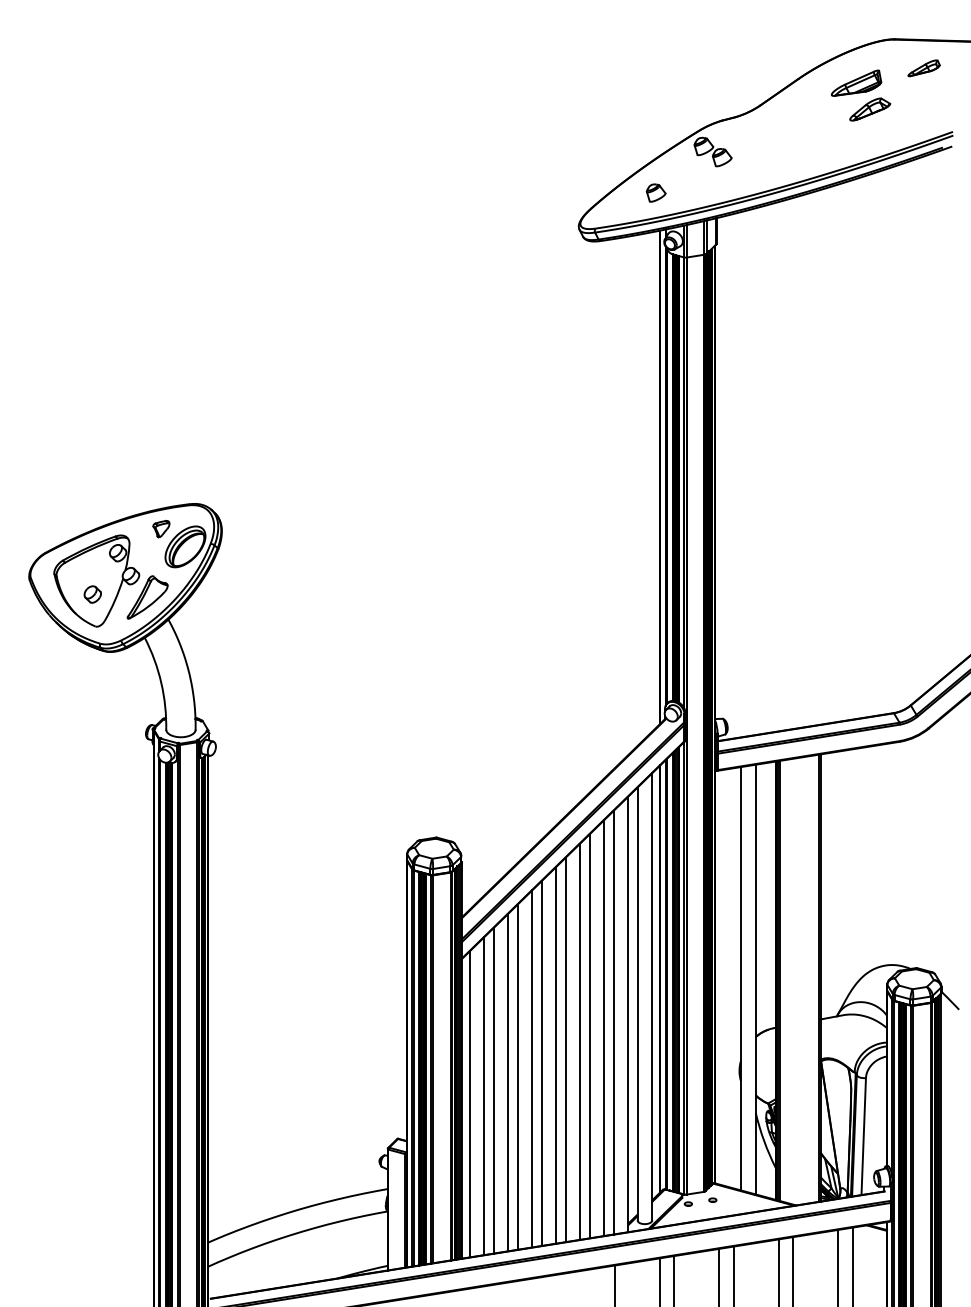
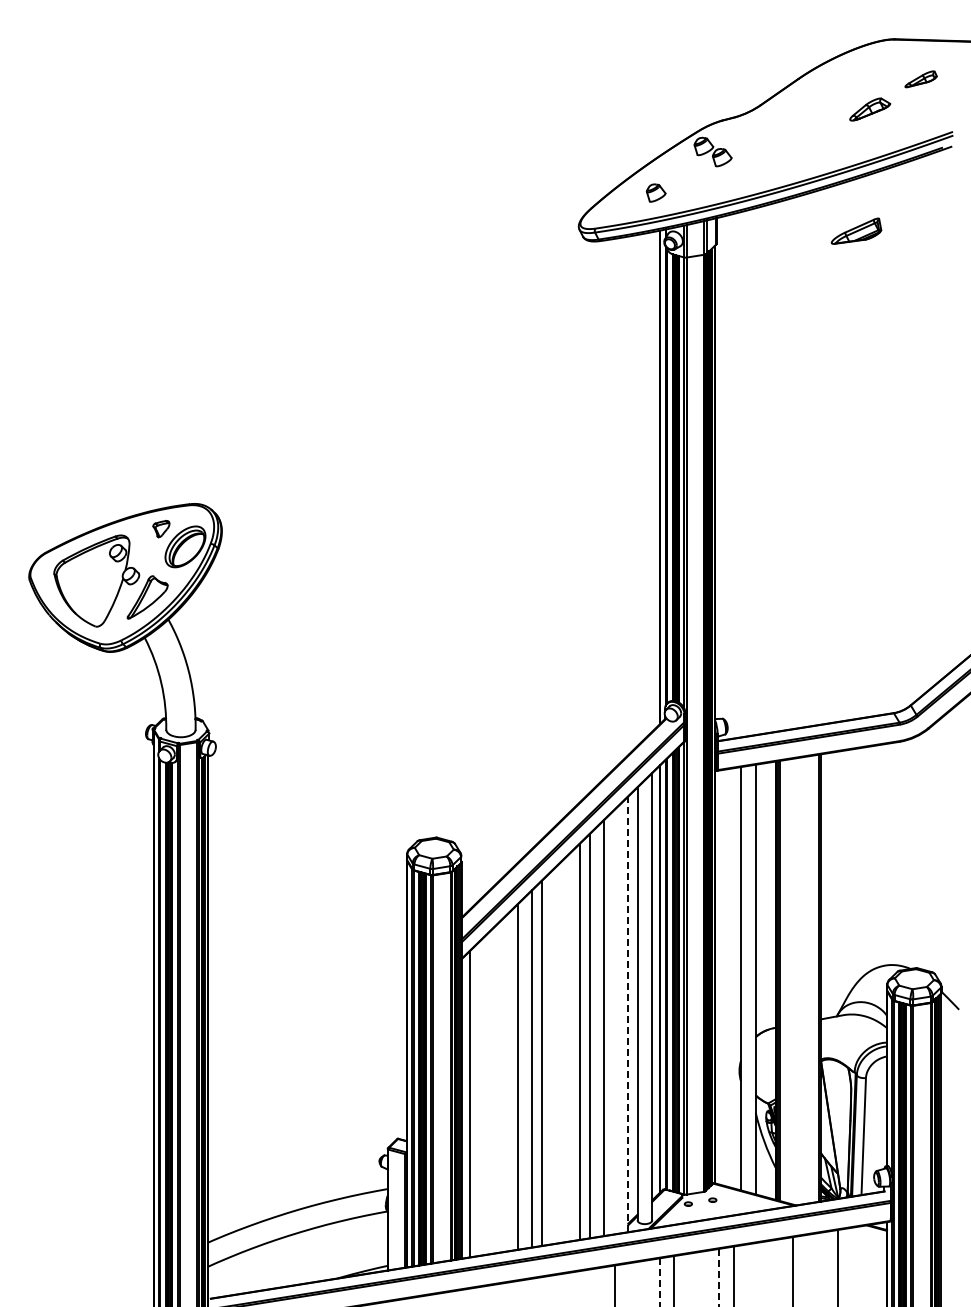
part at (923, 68) position: (923, 68) -> (920, 79)
part at (856, 82) position: (856, 82) -> (856, 230)
part at (92, 594): present -> none
line at (628, 1014): solid -> dashed
line at (613, 1022): present -> none
line at (565, 1049): present -> none
line at (556, 1054): present -> none
line at (508, 1082): present -> none
line at (493, 1090): present -> none
line at (484, 1096): present -> none
line at (853, 1265): present -> none
line at (778, 1271): present -> none
line at (719, 1277): solid -> dashed
line at (659, 1282): solid -> dashed
